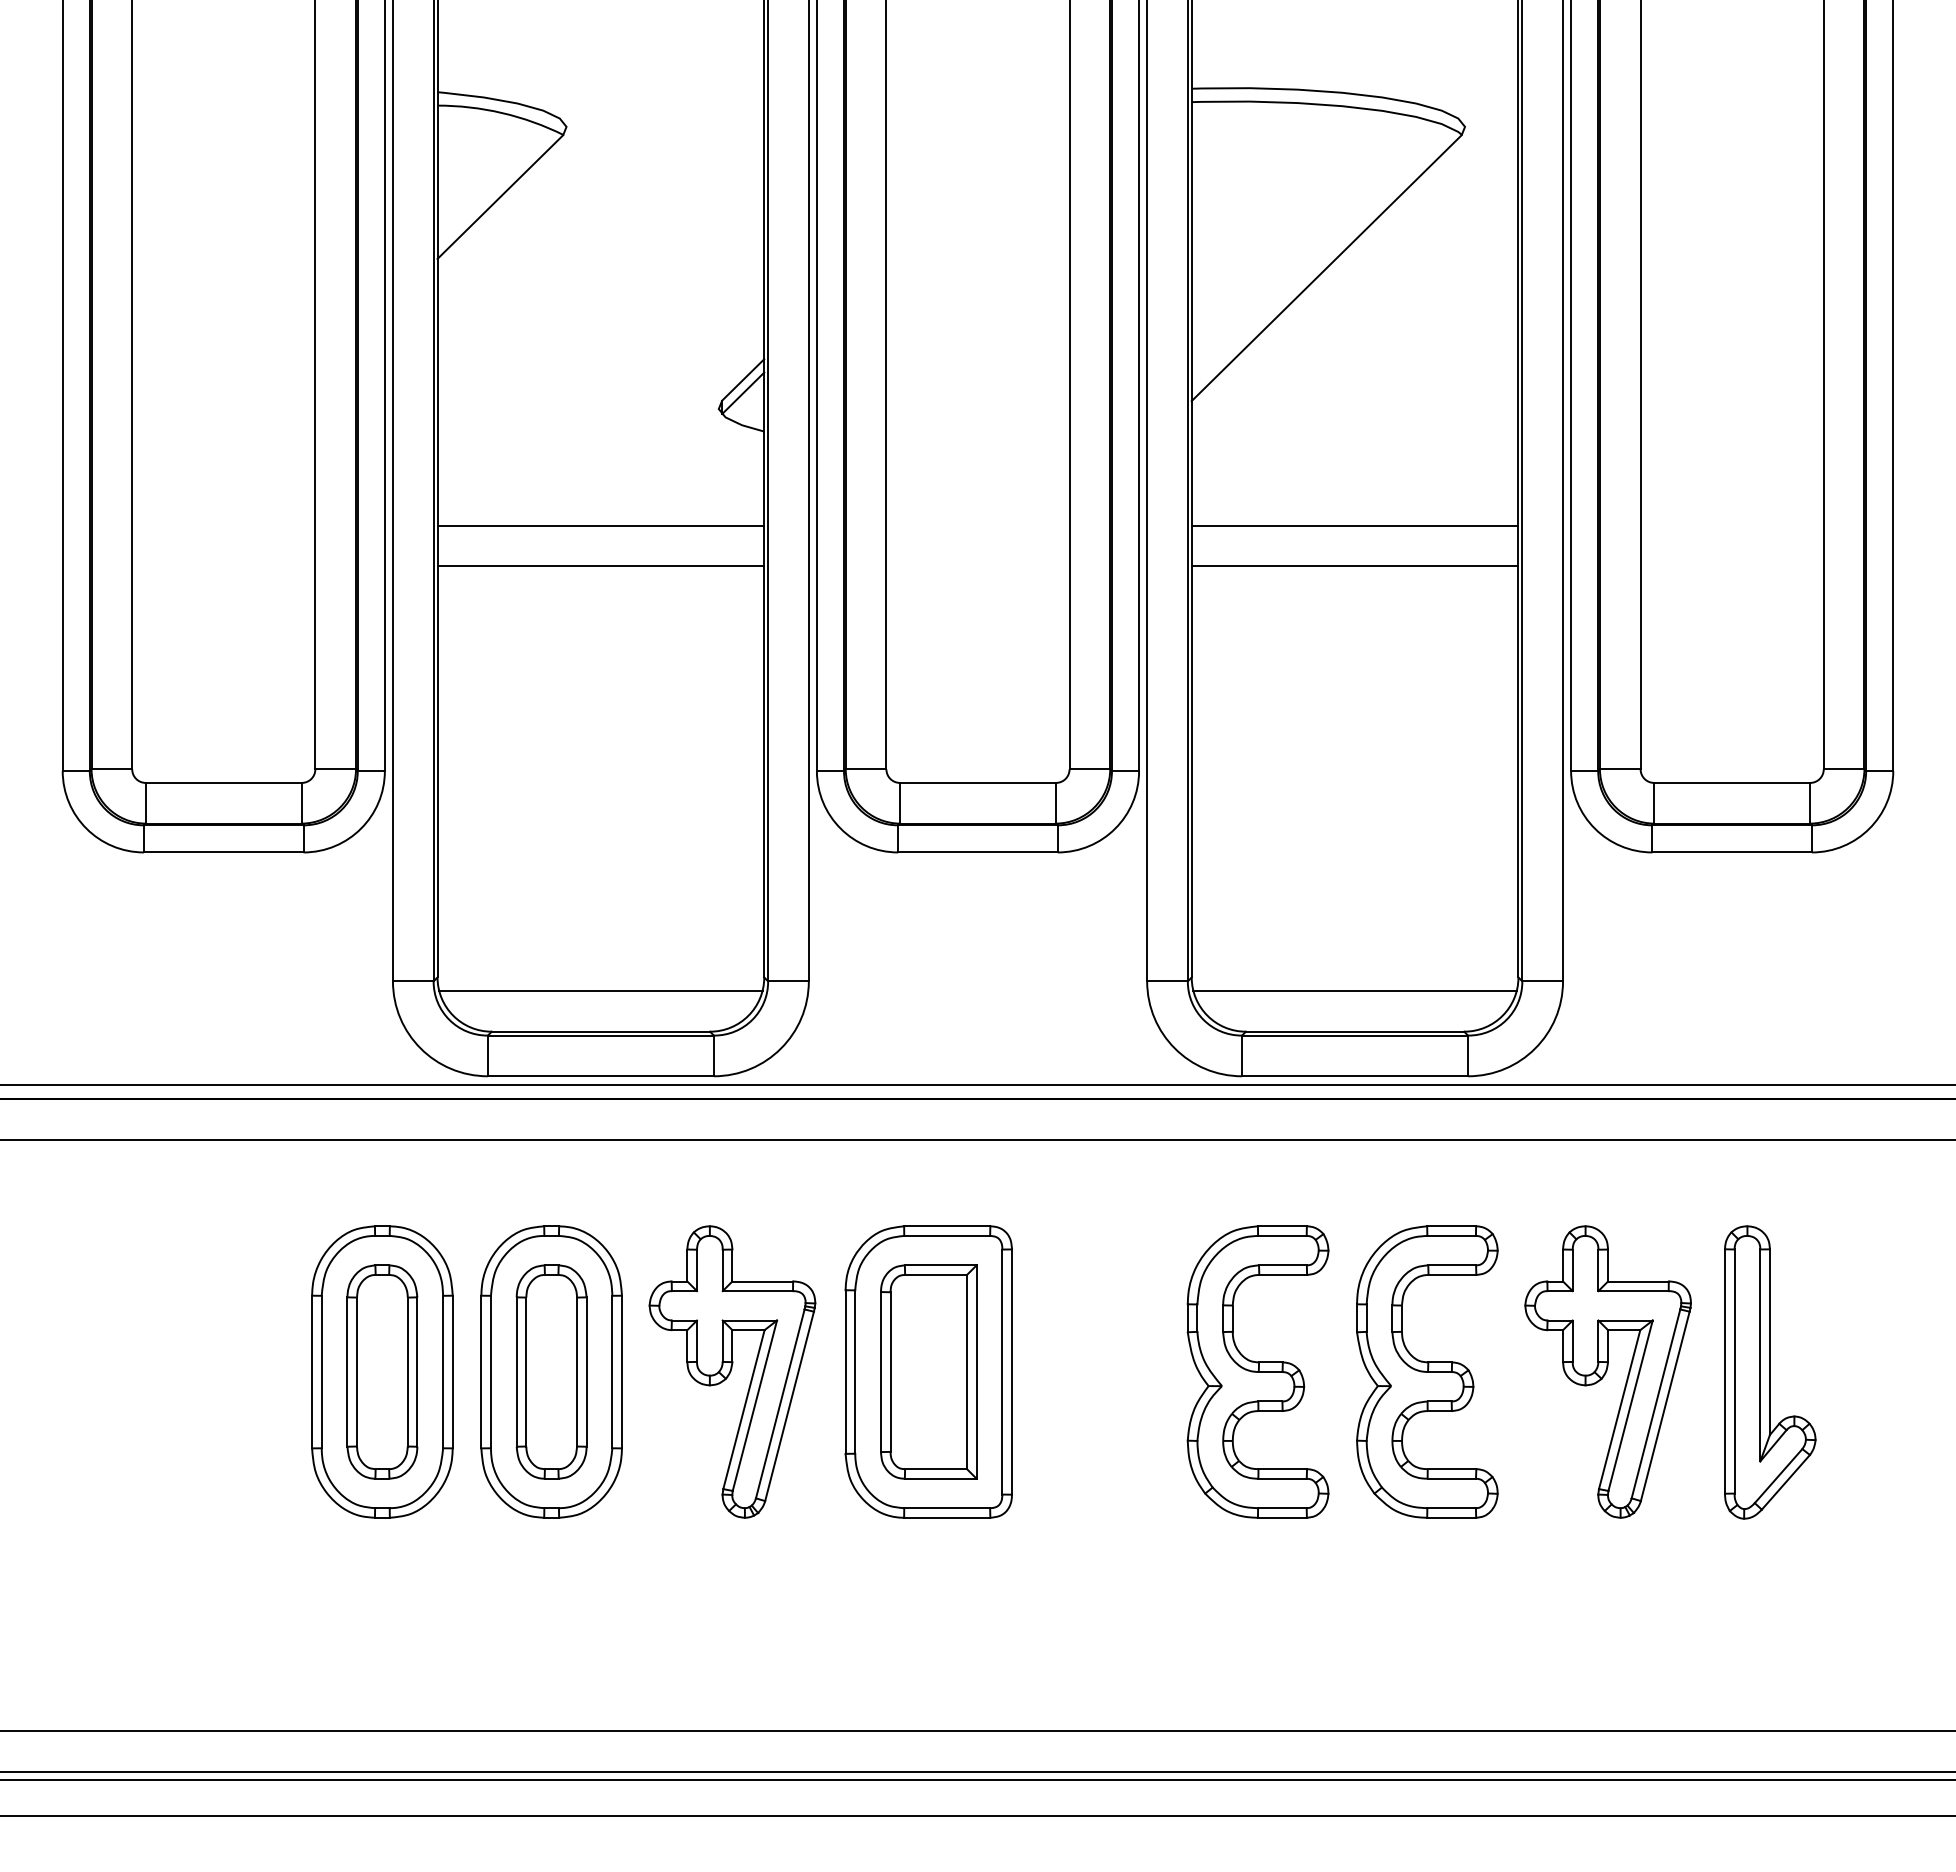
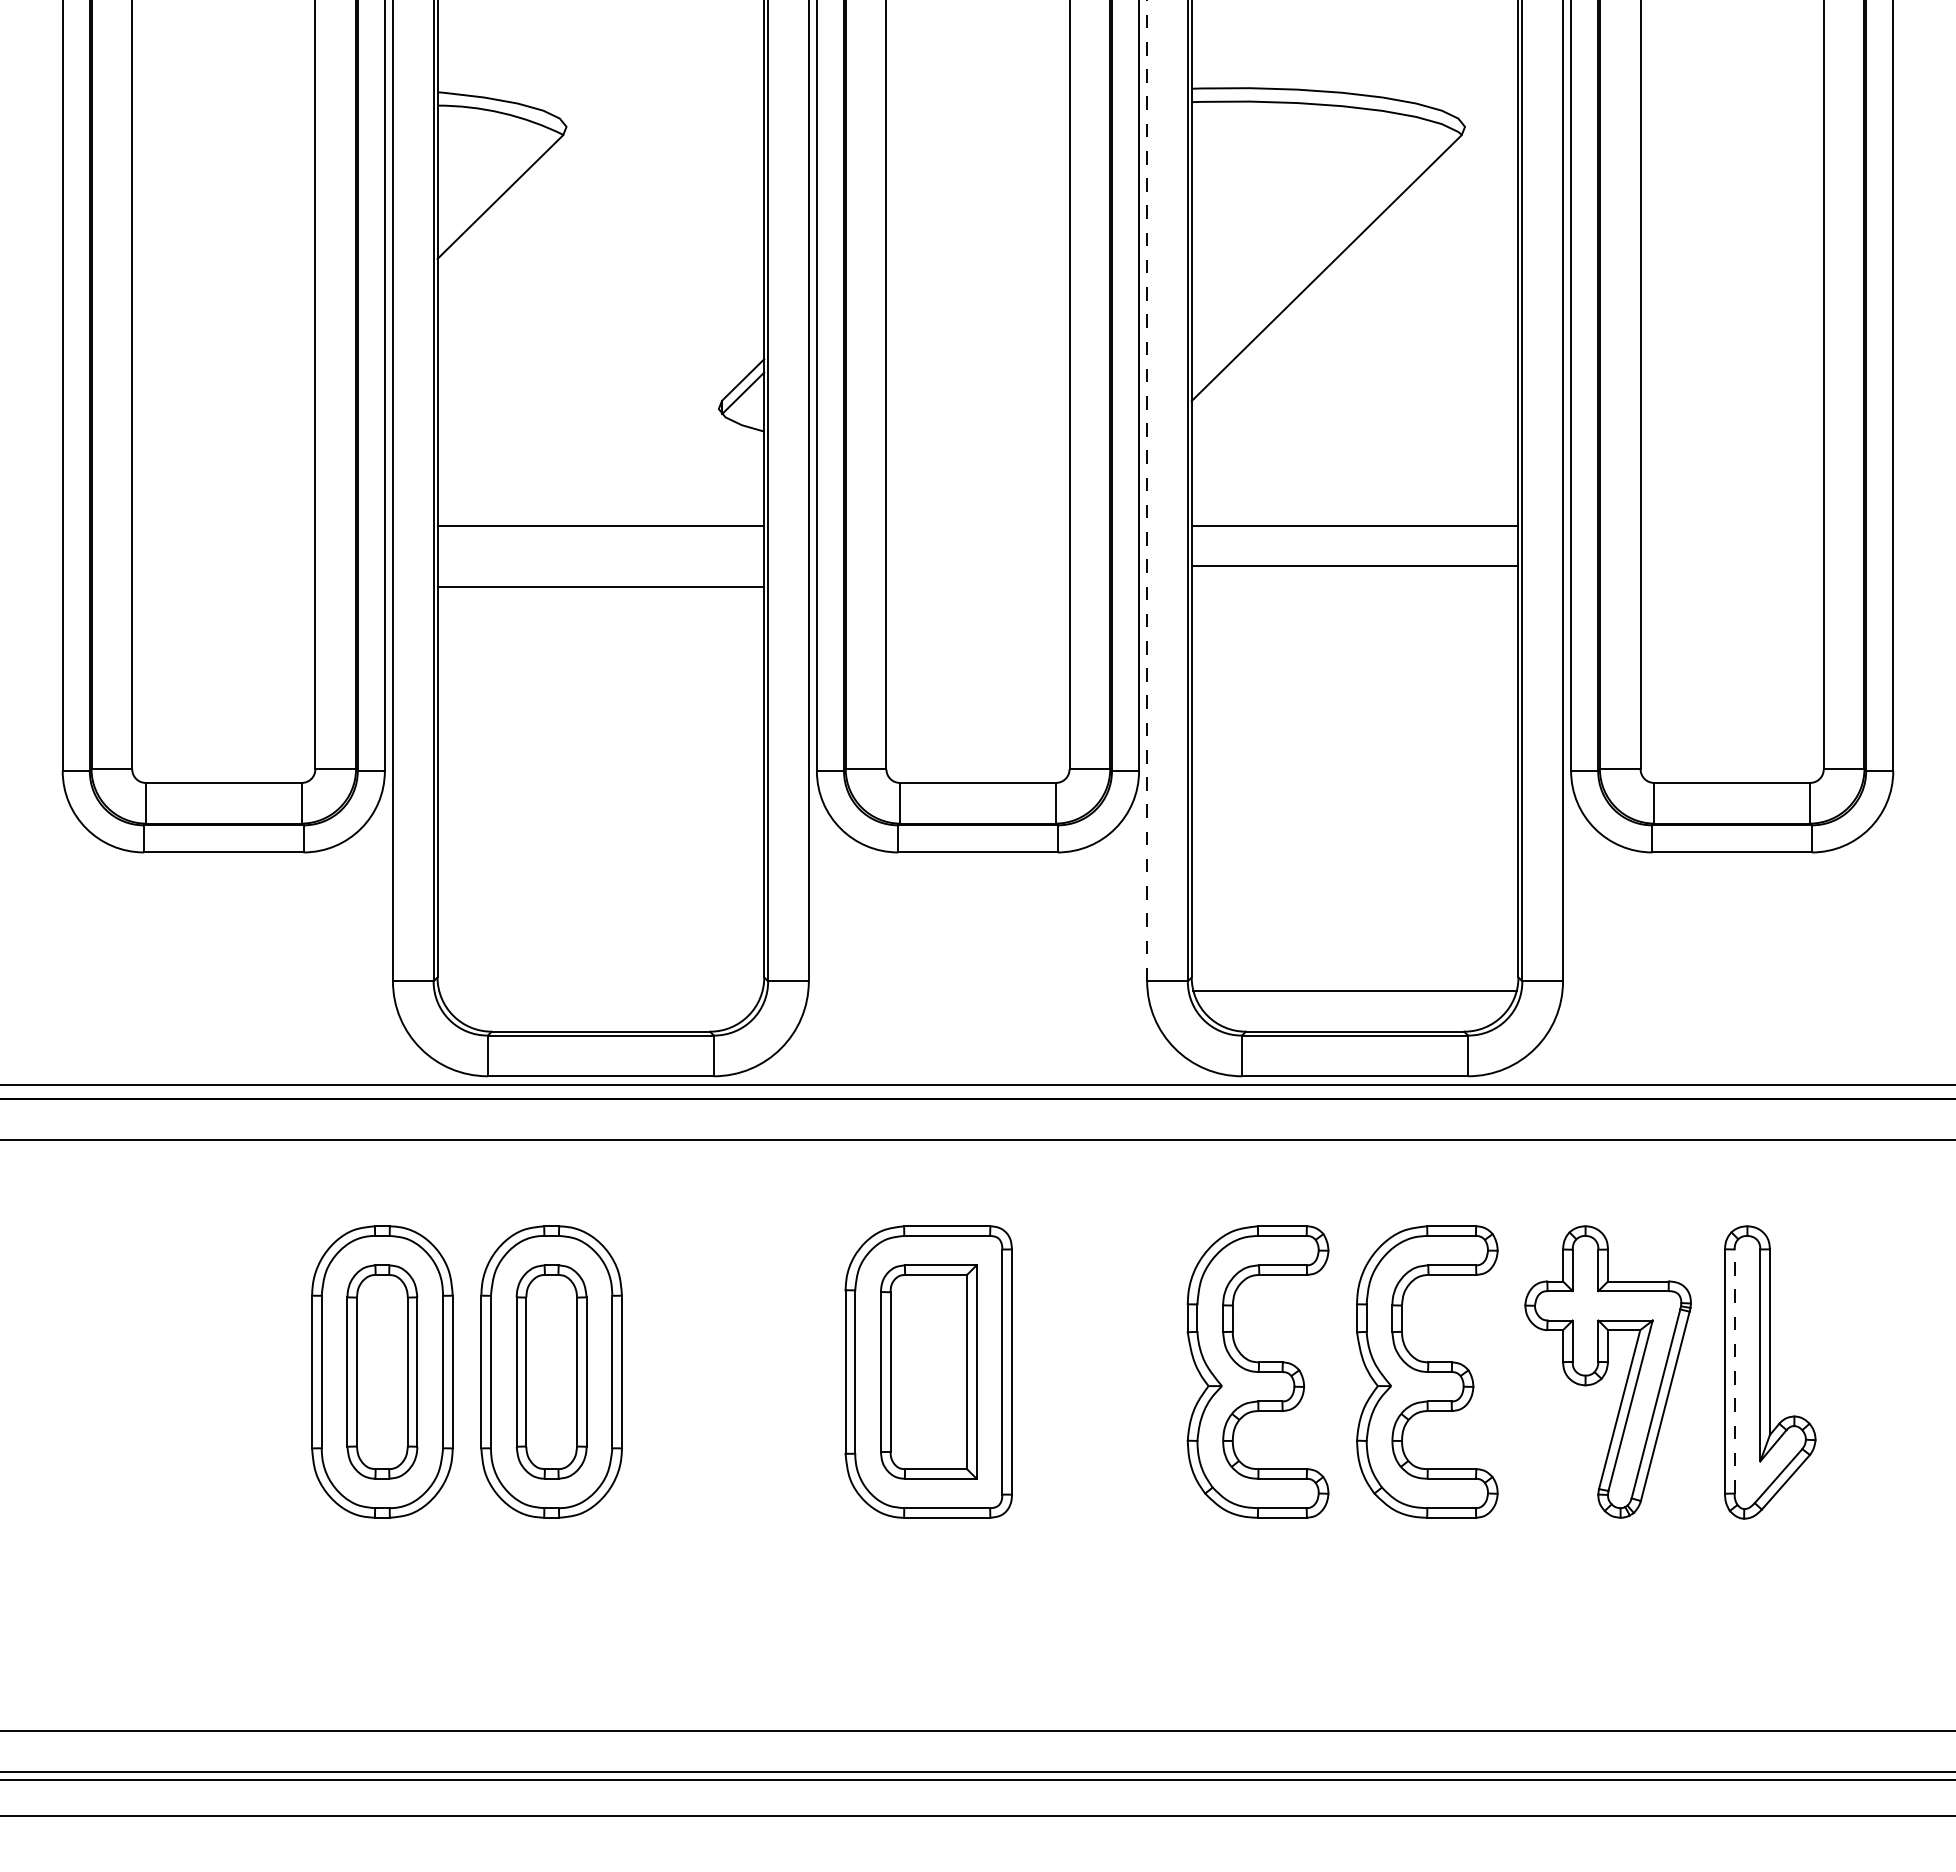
line at (1147, 490): solid -> dashed
line at (600, 566) position: (600, 566) -> (600, 587)
line at (600, 990): present -> none
part at (732, 1371): present -> none
line at (1734, 1371): solid -> dashed
